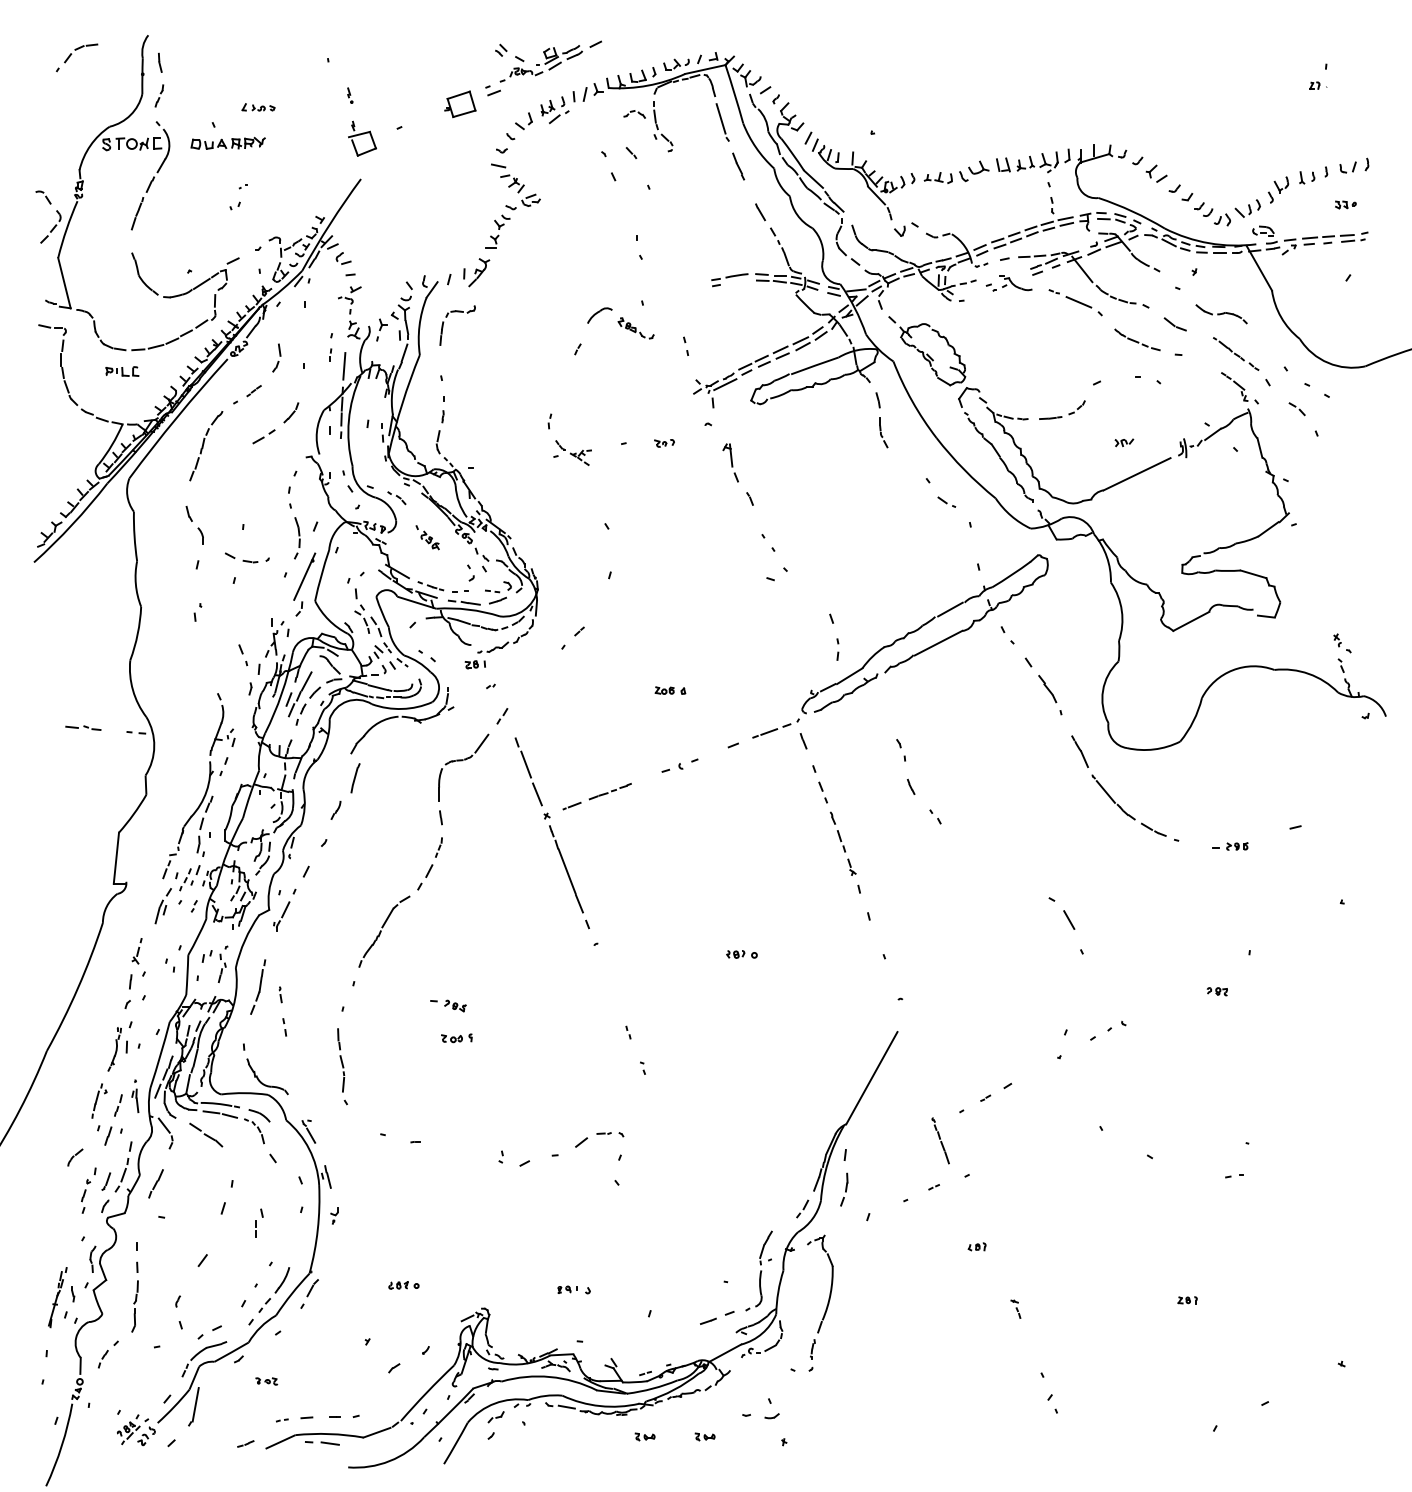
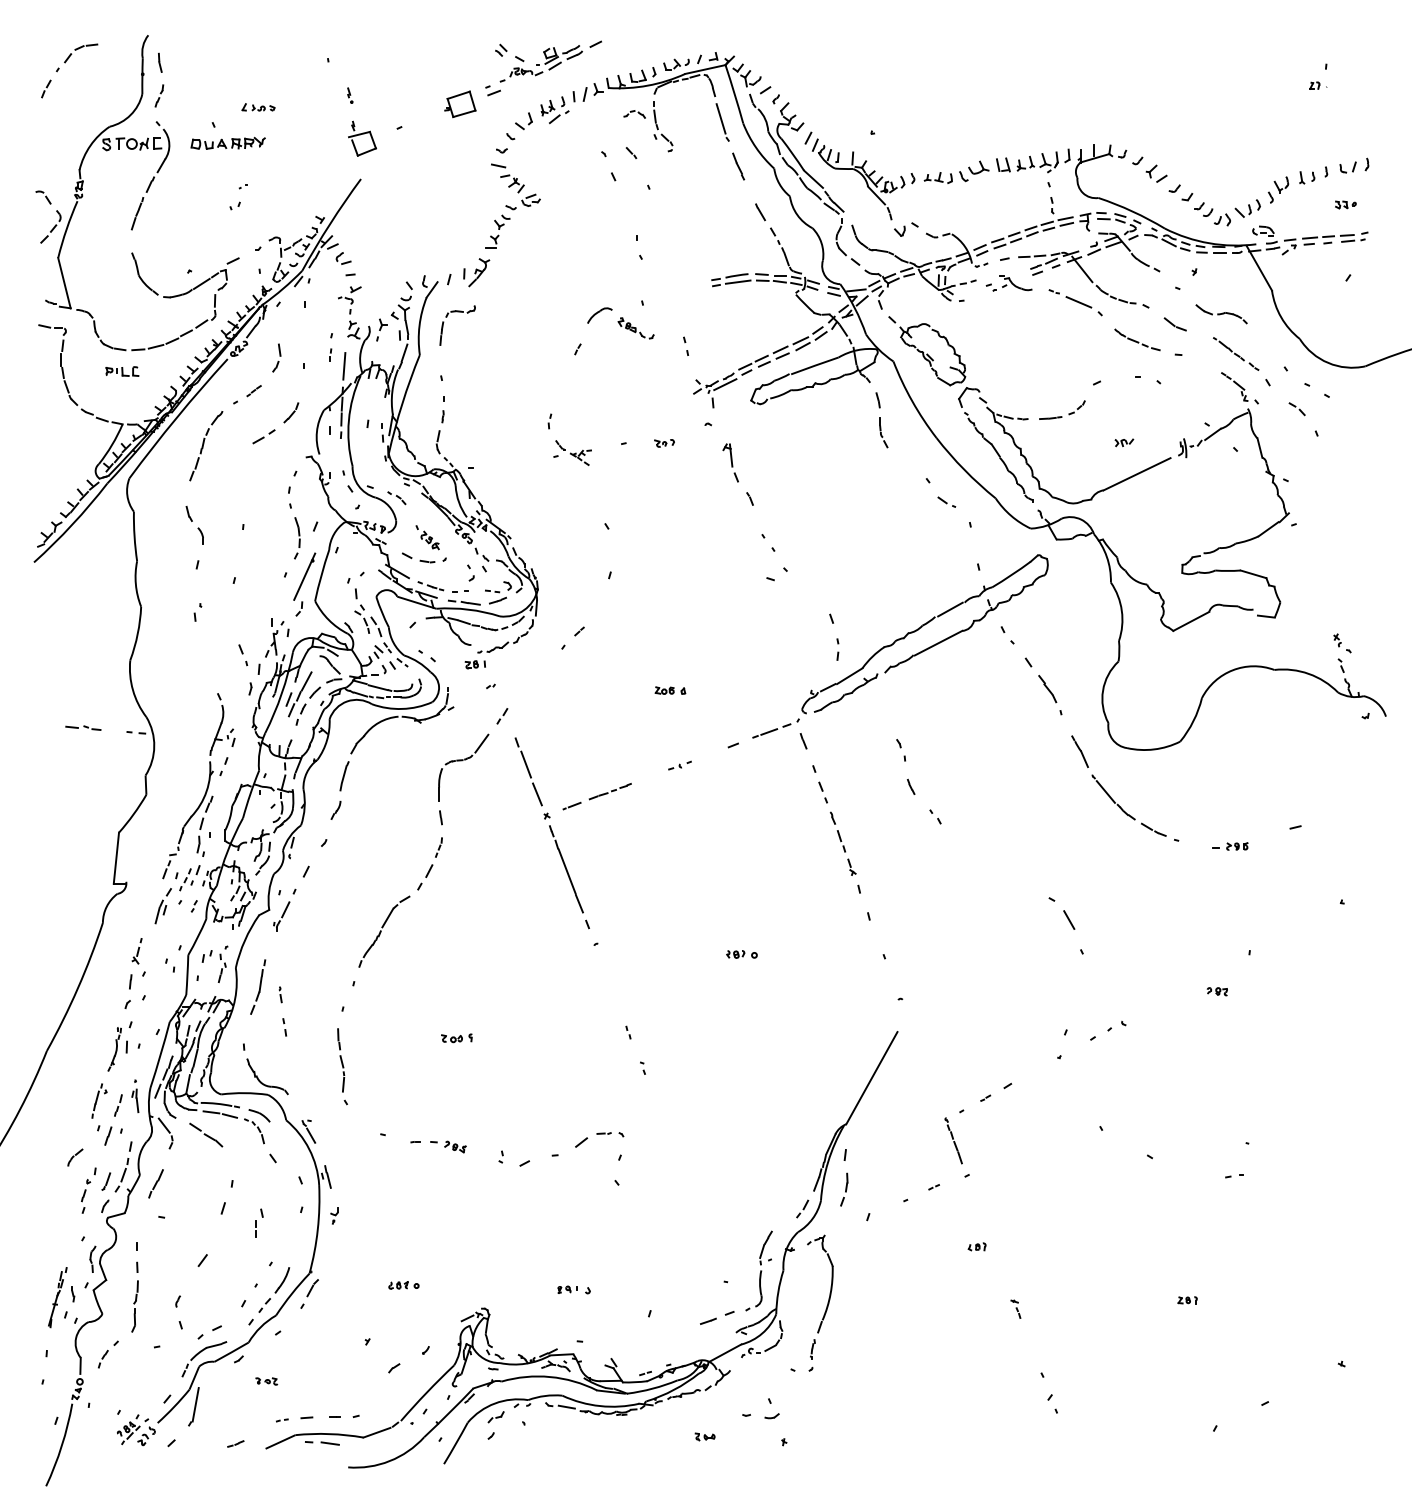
part at (46, 88): none -> present
line at (737, 281): none -> present
part at (247, 557) position: (247, 557) -> (424, 557)
part at (679, 765) size: 38x15 px -> 24x11 px
line at (355, 778) position: (355, 778) -> (344, 776)
part at (448, 1005) position: (448, 1005) -> (448, 1146)
part at (940, 1140) position: (940, 1140) -> (953, 1140)
part at (644, 1436): present -> none
line at (245, 1443) position: (245, 1443) -> (235, 1443)
